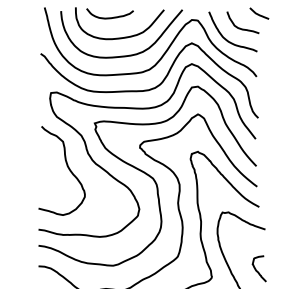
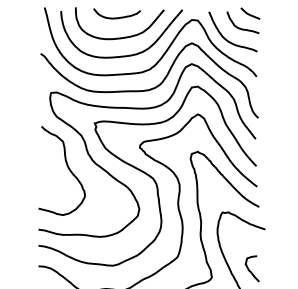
curve at (258, 13) position: (258, 13) -> (249, 13)
curve at (109, 17) position: (109, 17) -> (116, 17)
curve at (256, 269) position: (256, 269) -> (249, 269)
